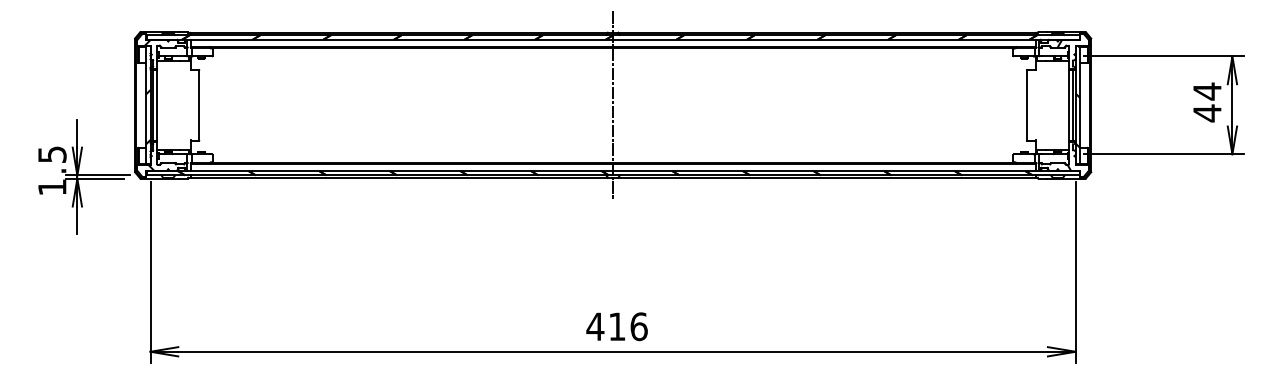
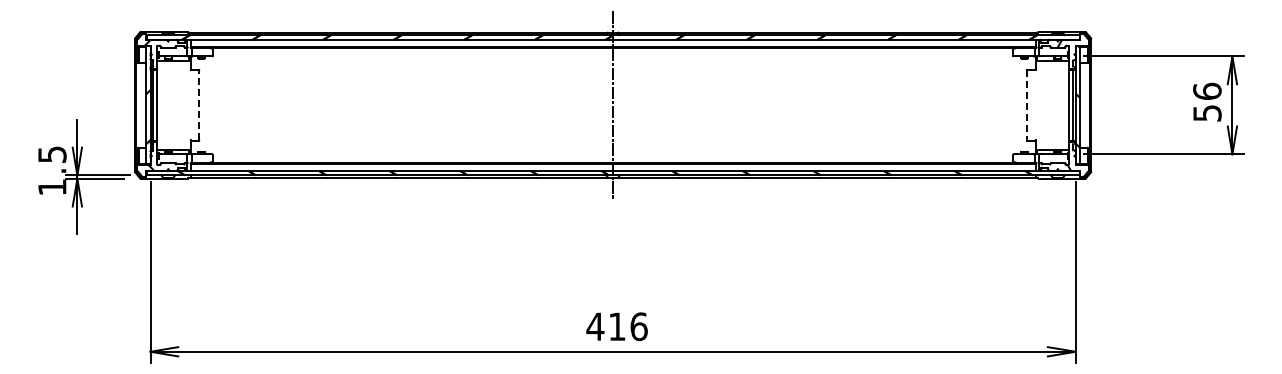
text at (1207, 102): 44 -> 56
line at (199, 105): solid -> dashed
line at (1026, 105): solid -> dashed
